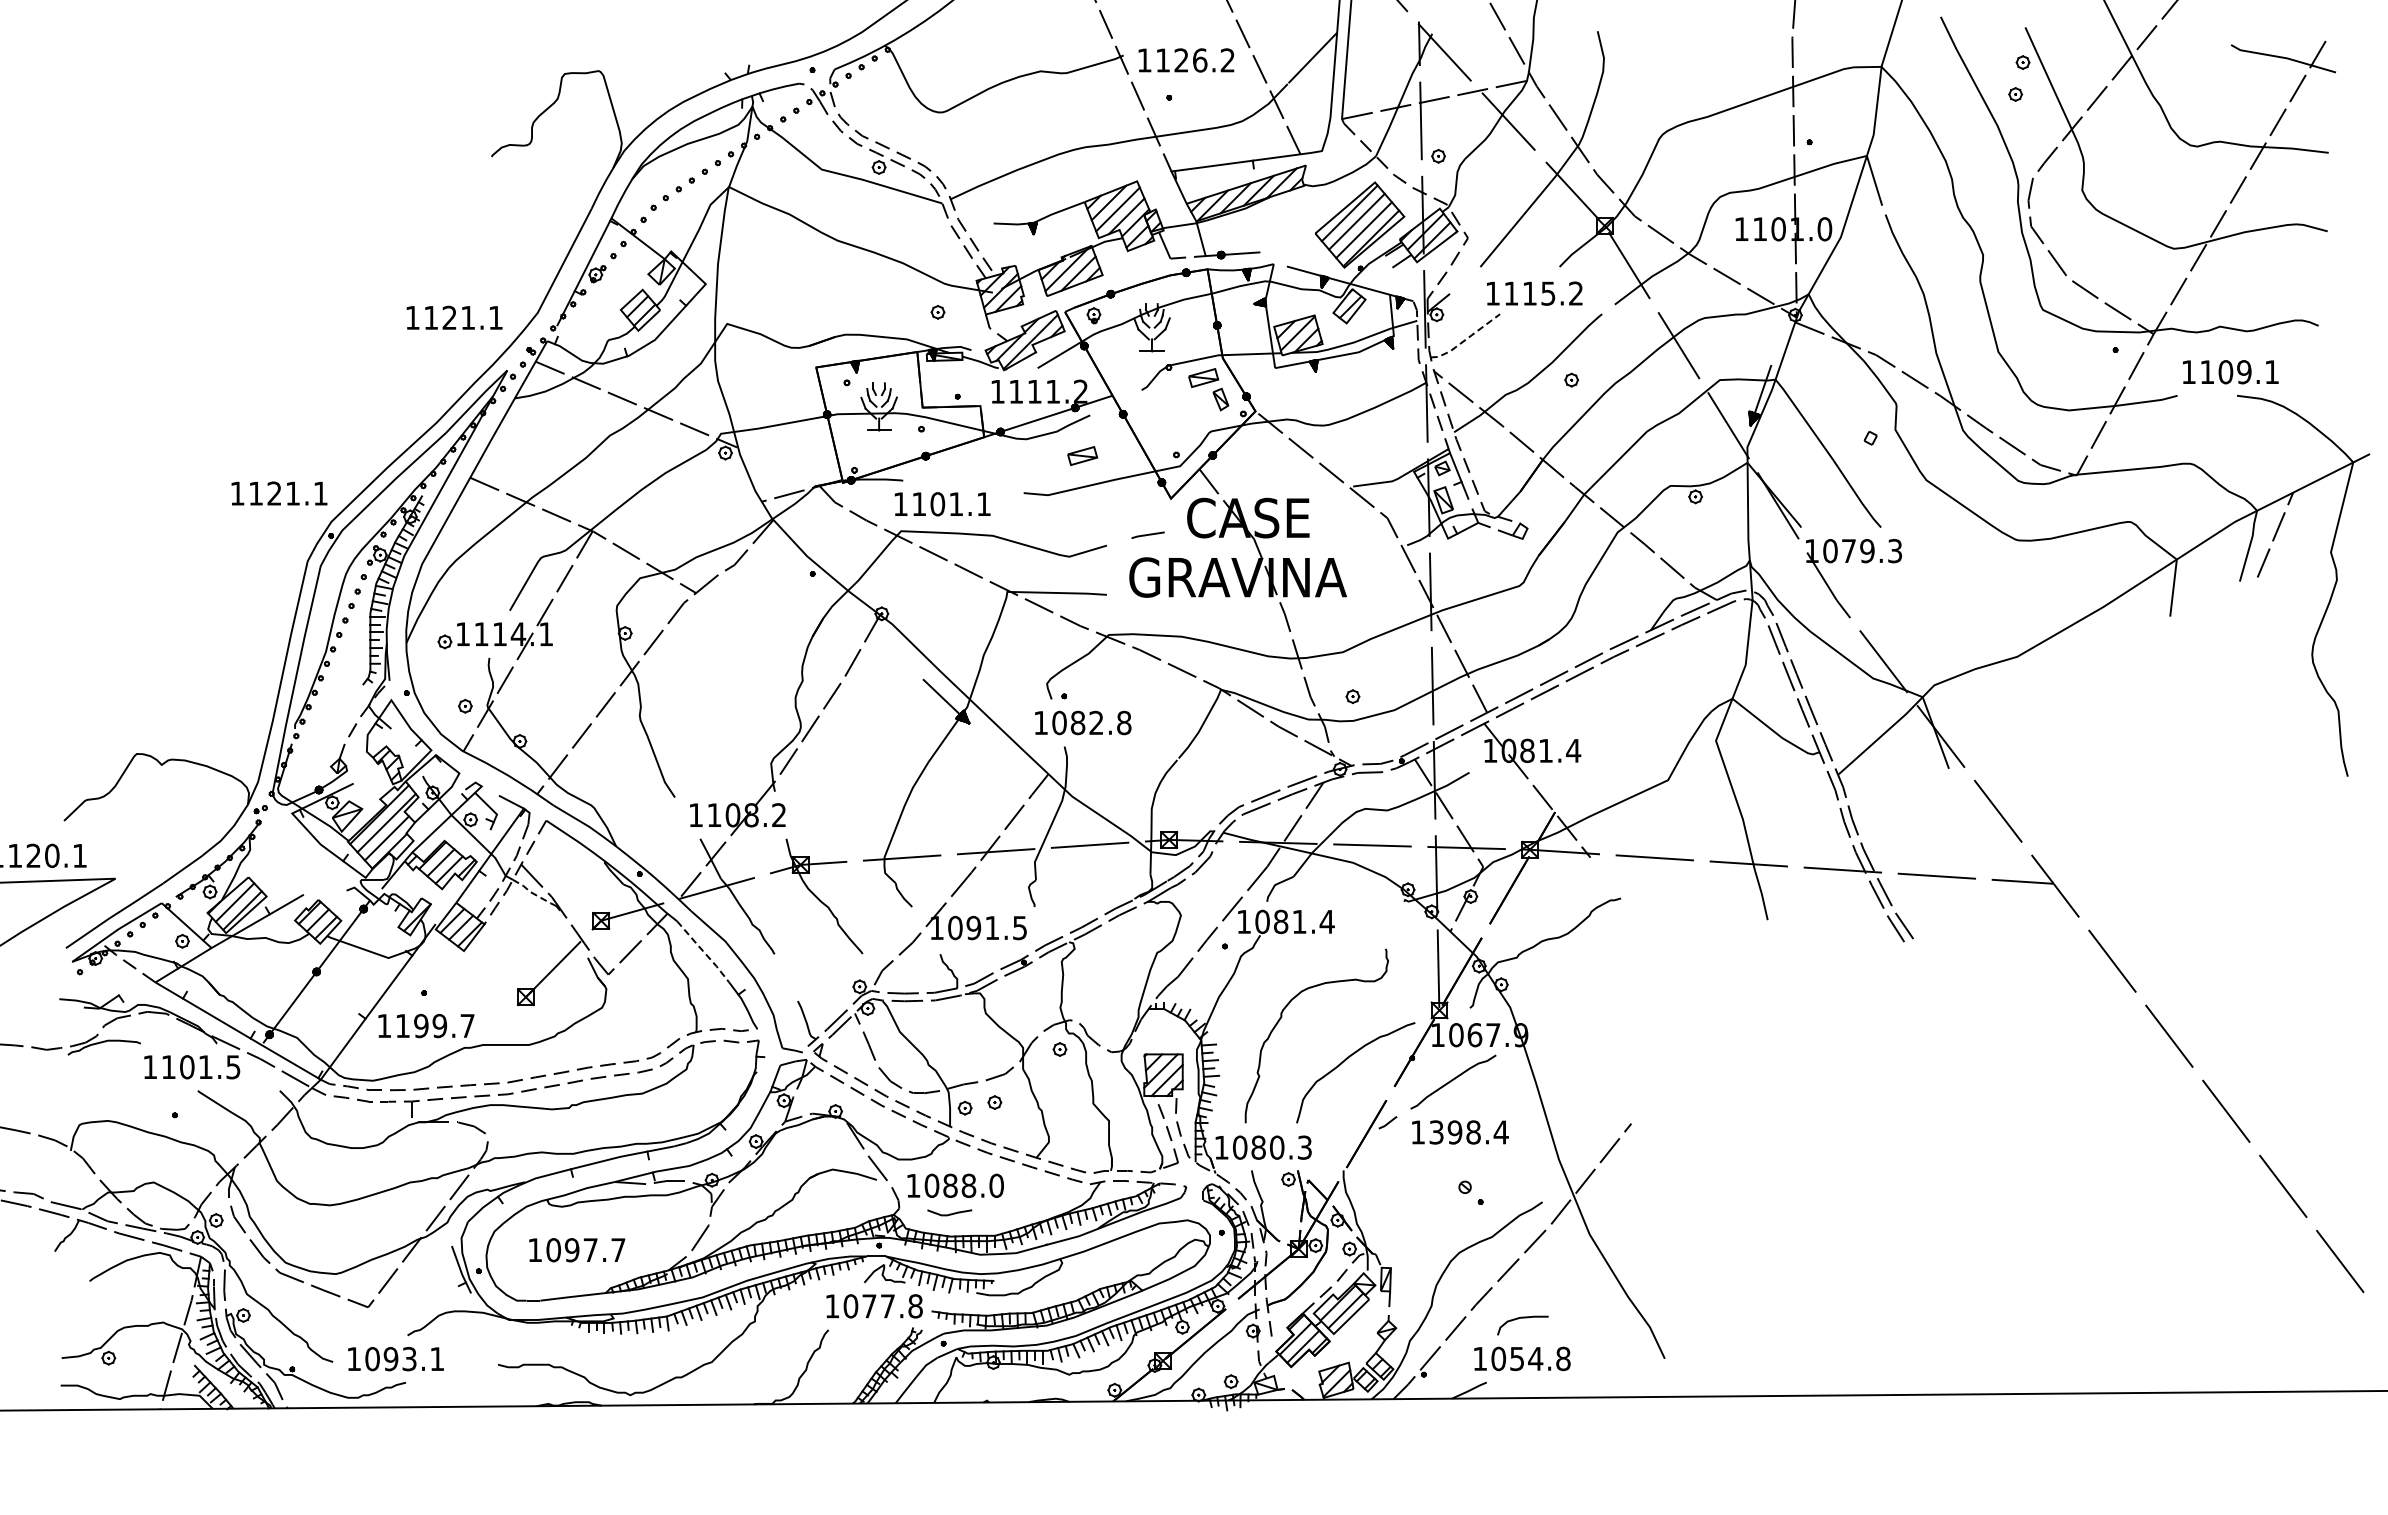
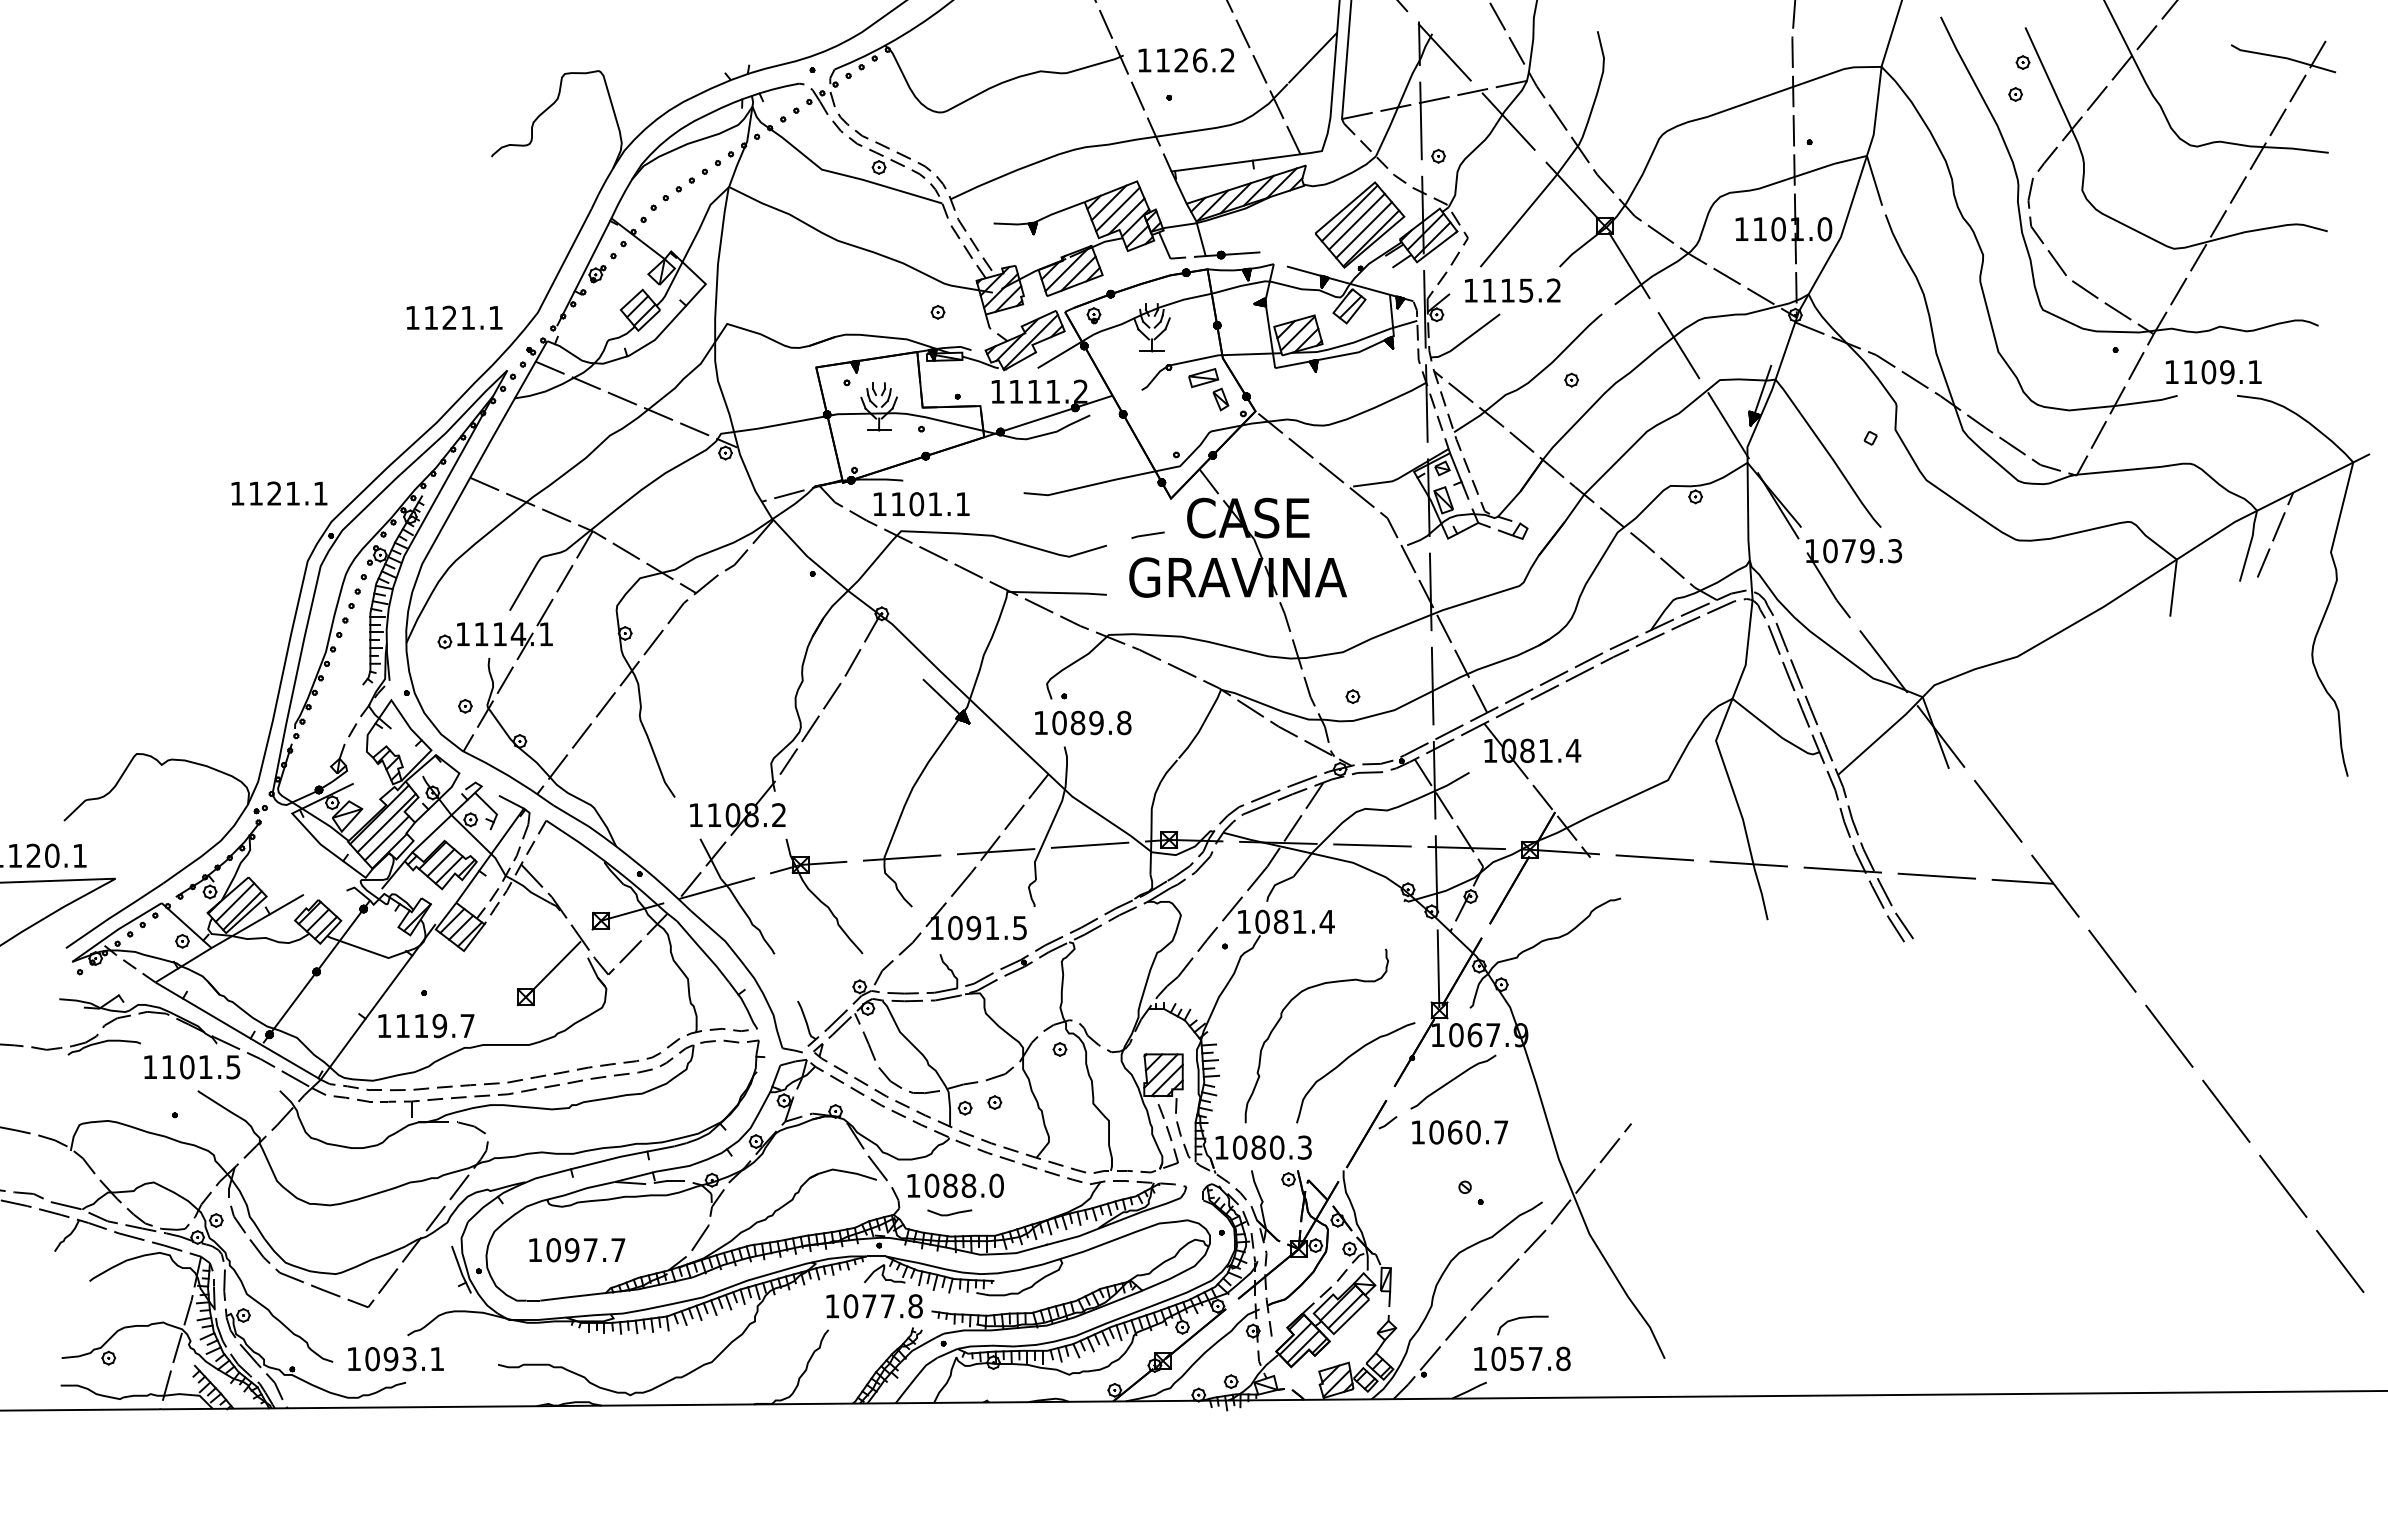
text at (1534, 293) position: (1534, 293) -> (1512, 290)
line at (1466, 339): dashed -> solid
text at (2230, 372) position: (2230, 372) -> (2213, 372)
part at (1082, 456): present -> none
text at (942, 504) position: (942, 504) -> (921, 504)
text at (1096, 723): 1082.8 -> 1089.8
line at (530, 892): dashed -> solid
line at (703, 952): dashed -> solid
text at (421, 1025): 1199.7 -> 1119.7
text at (1468, 1132): 1398.4 -> 1060.7
text at (1535, 1358): 1054.8 -> 1057.8
